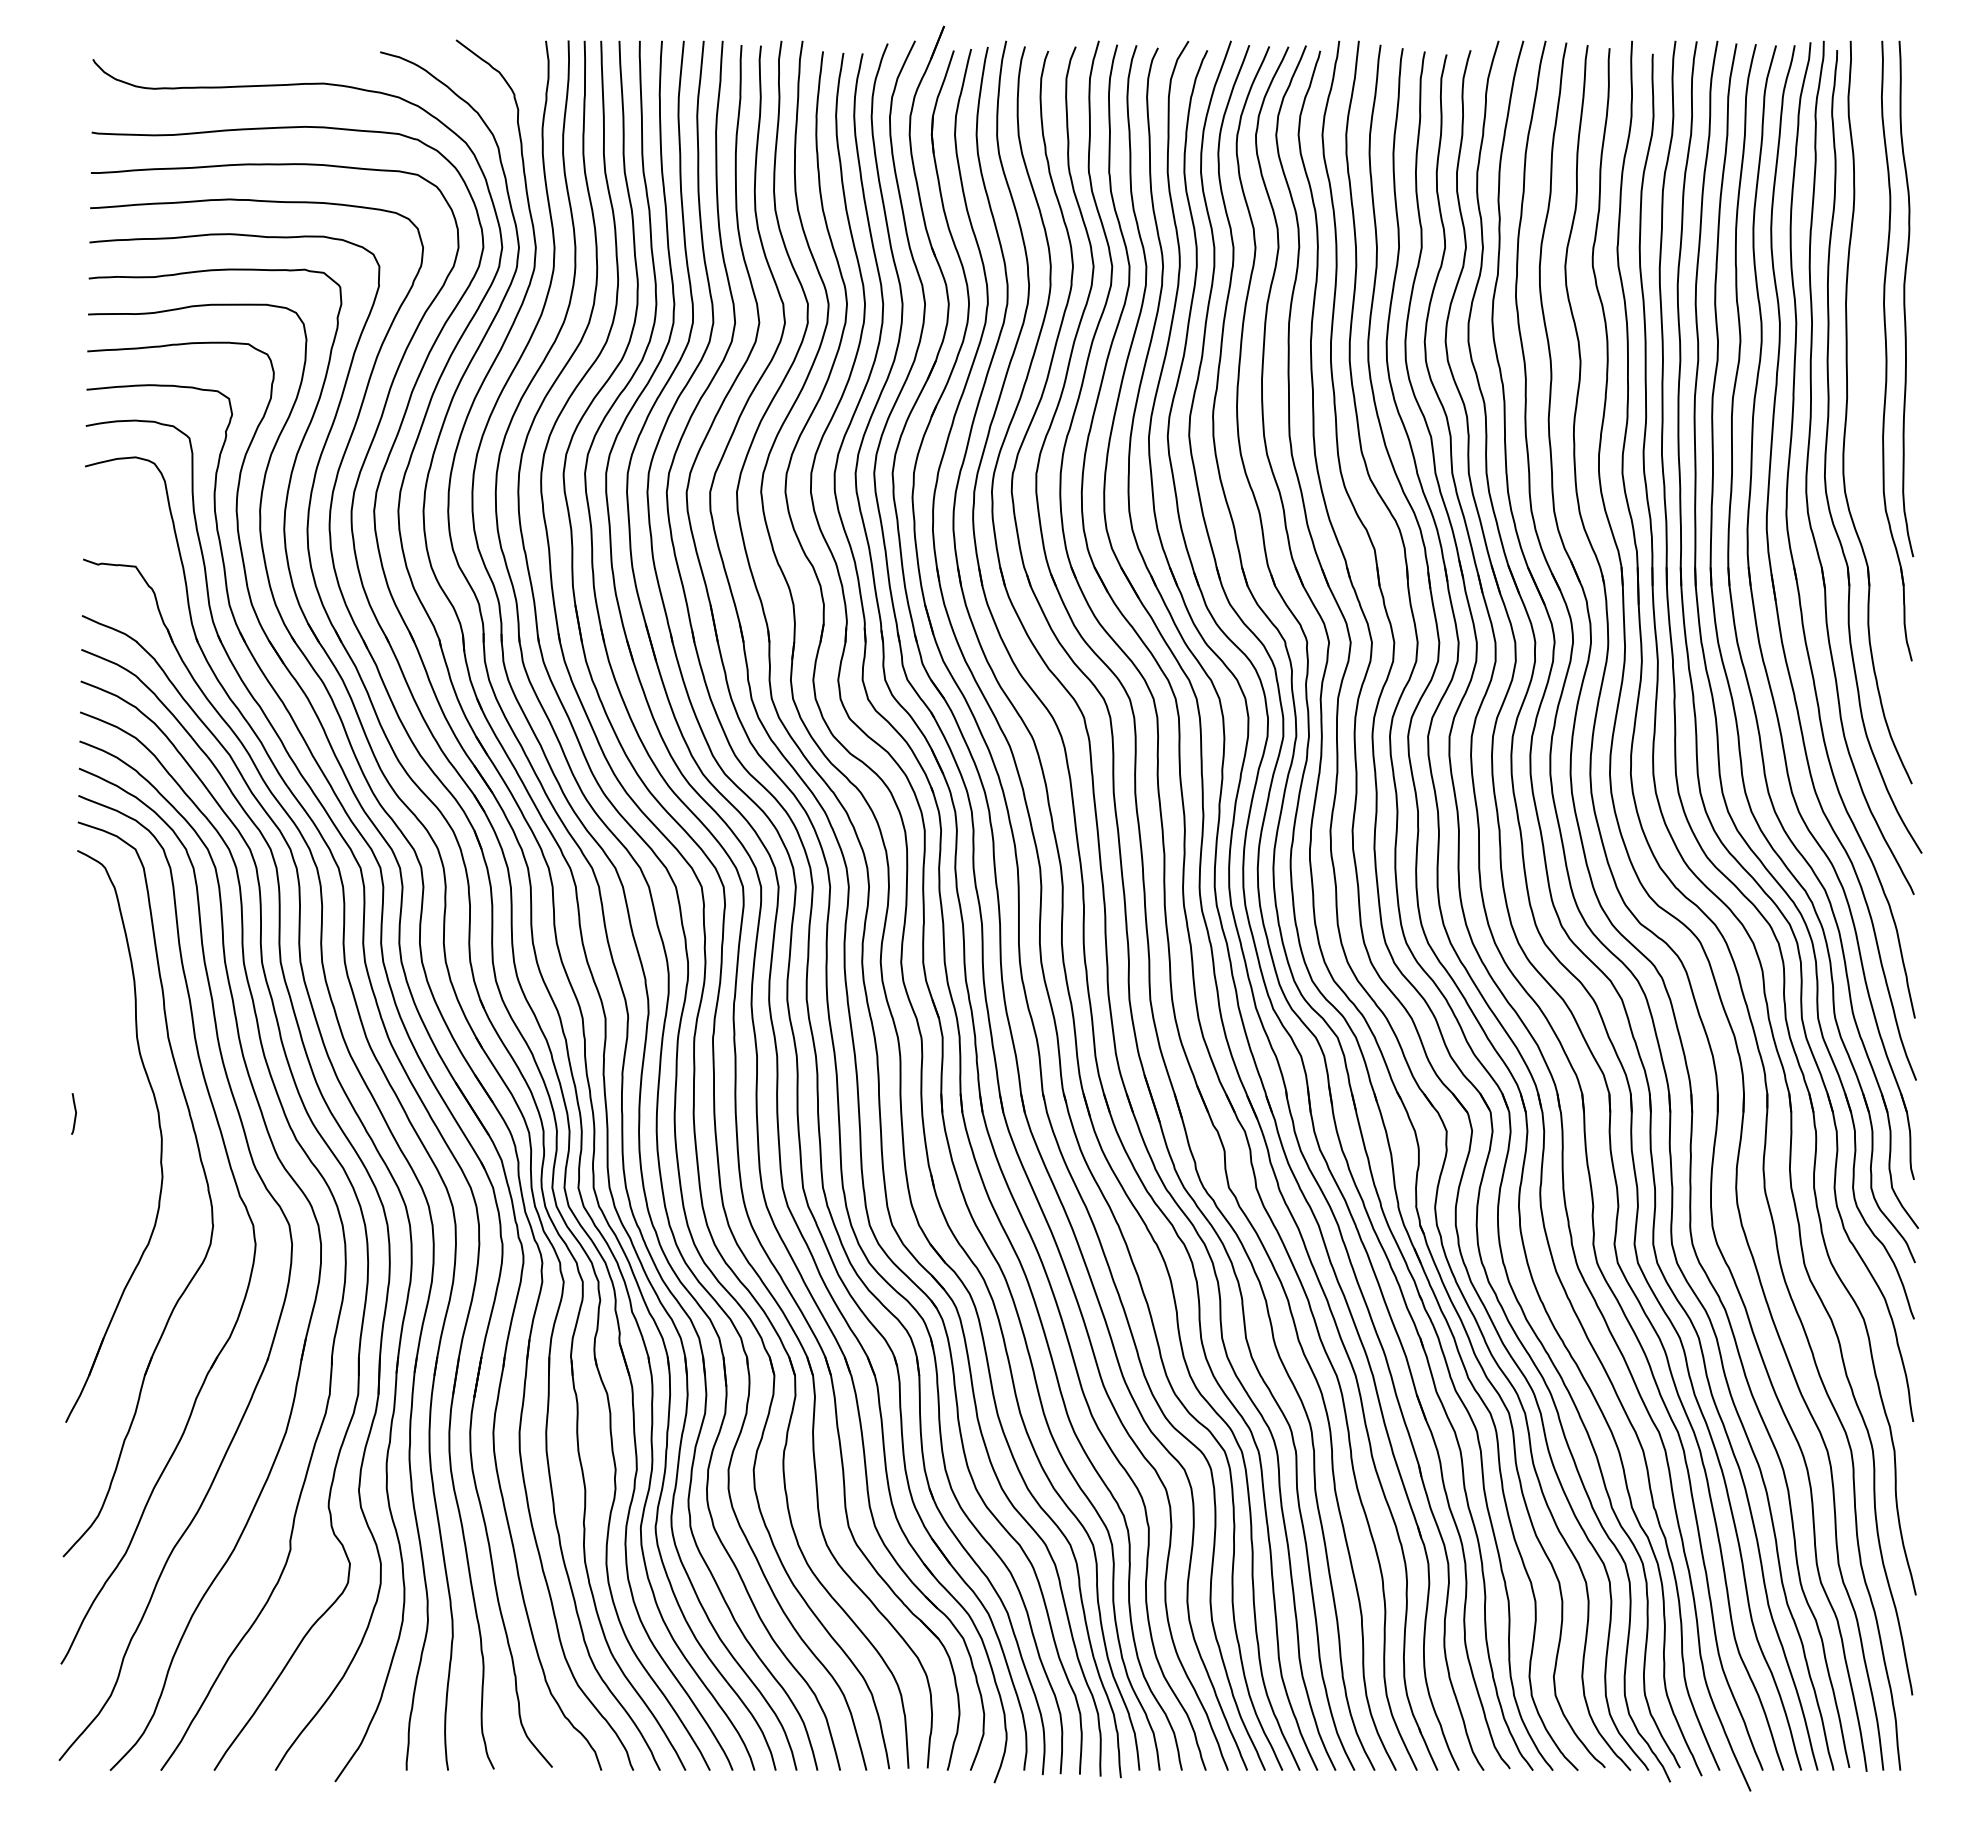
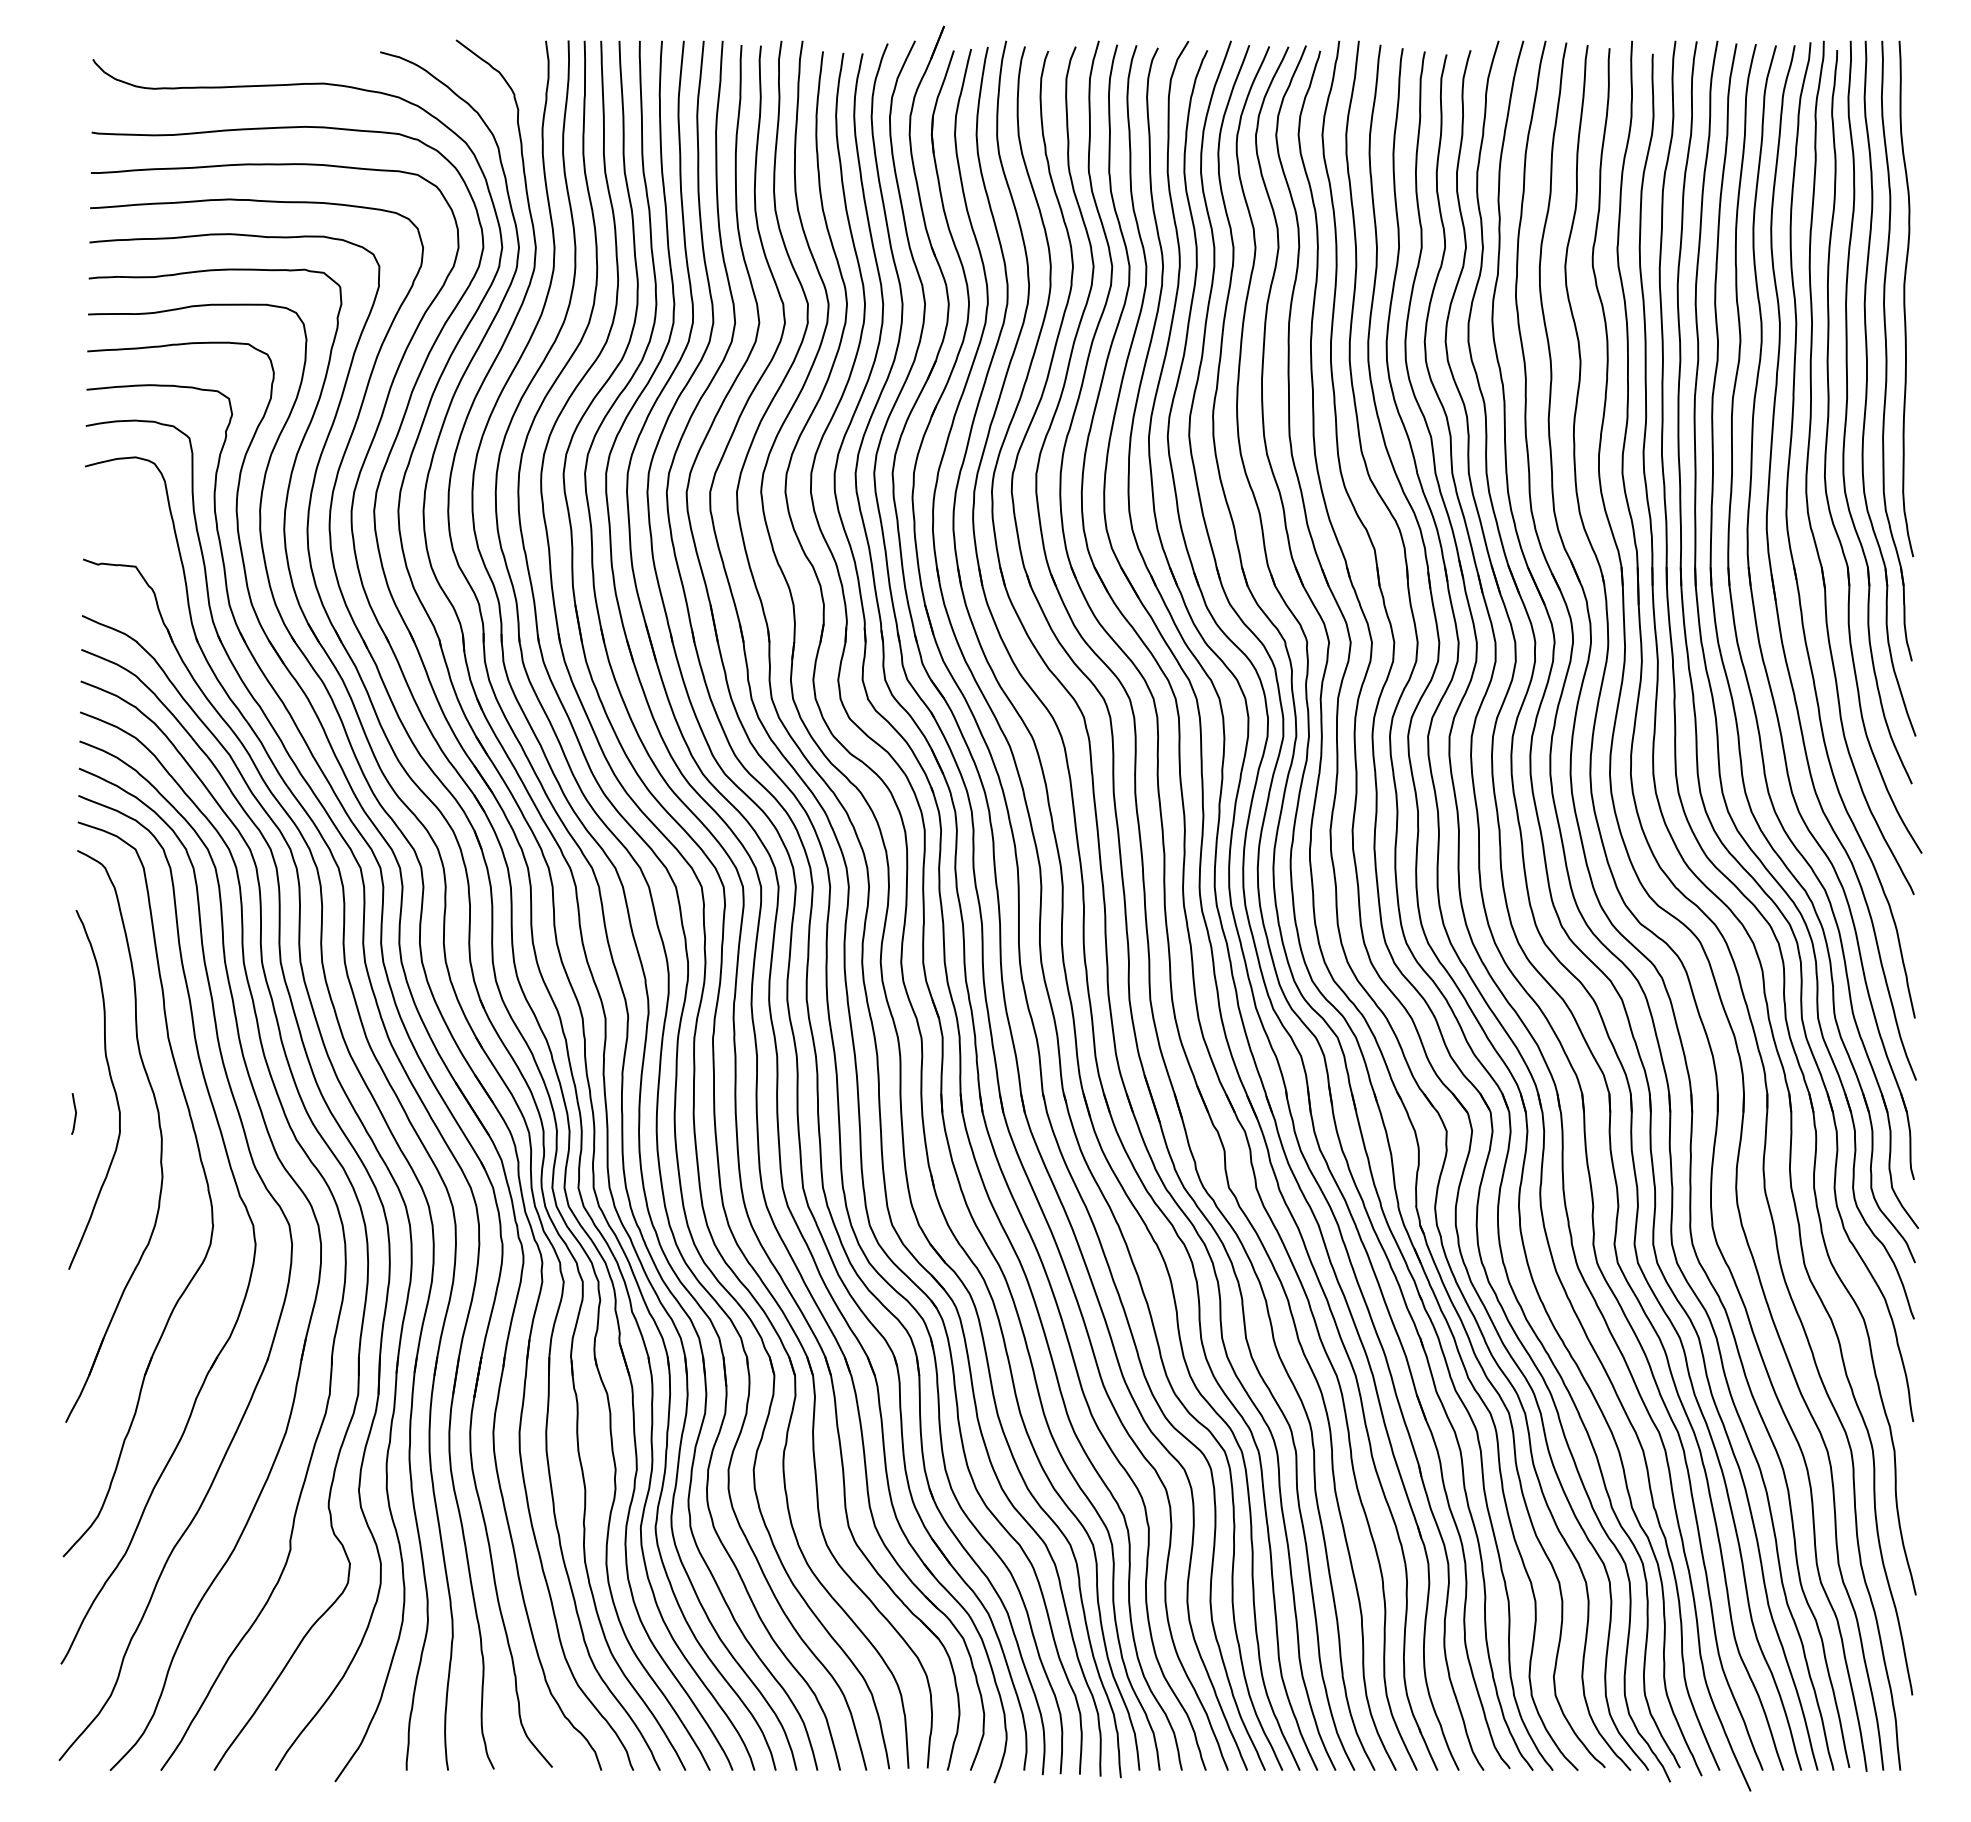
part at (1867, 388): none -> present
curve at (111, 1083): none -> present
